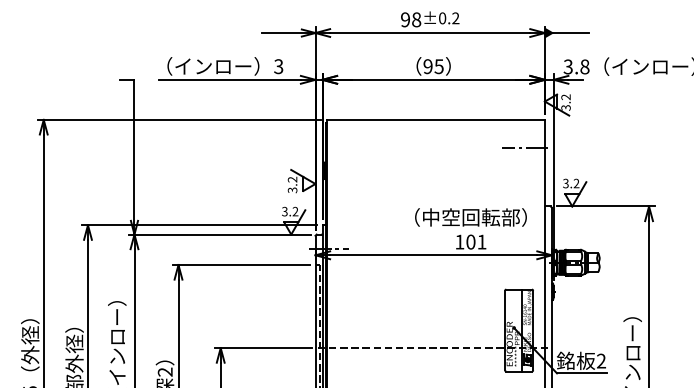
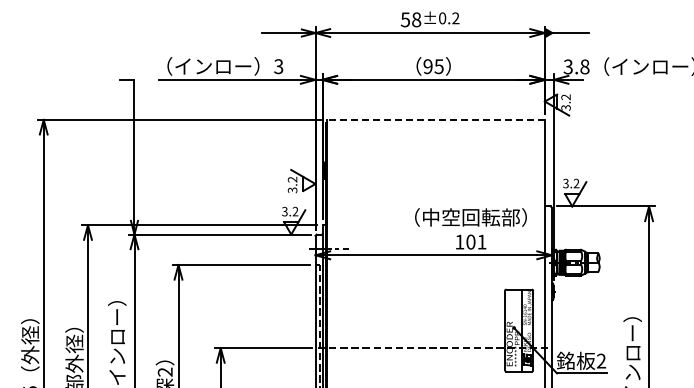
text at (404, 19): 98 -> 58
line at (436, 119): solid -> dashed
line at (524, 147): present -> none
